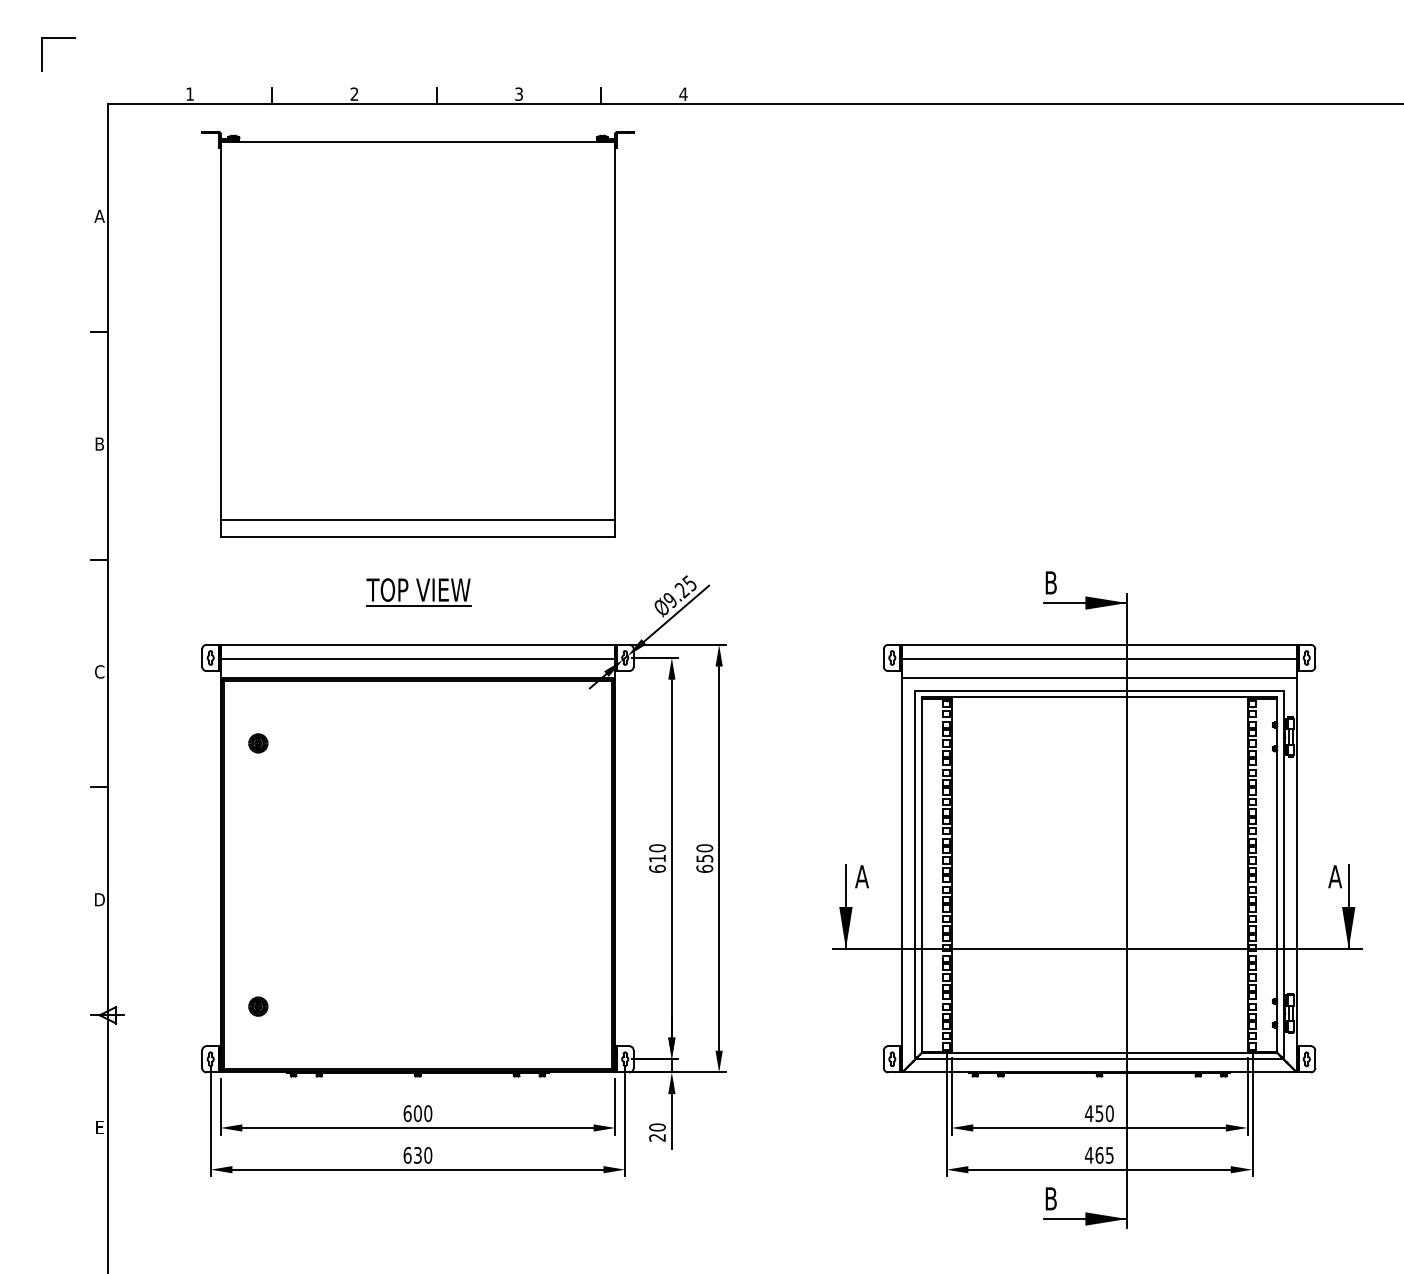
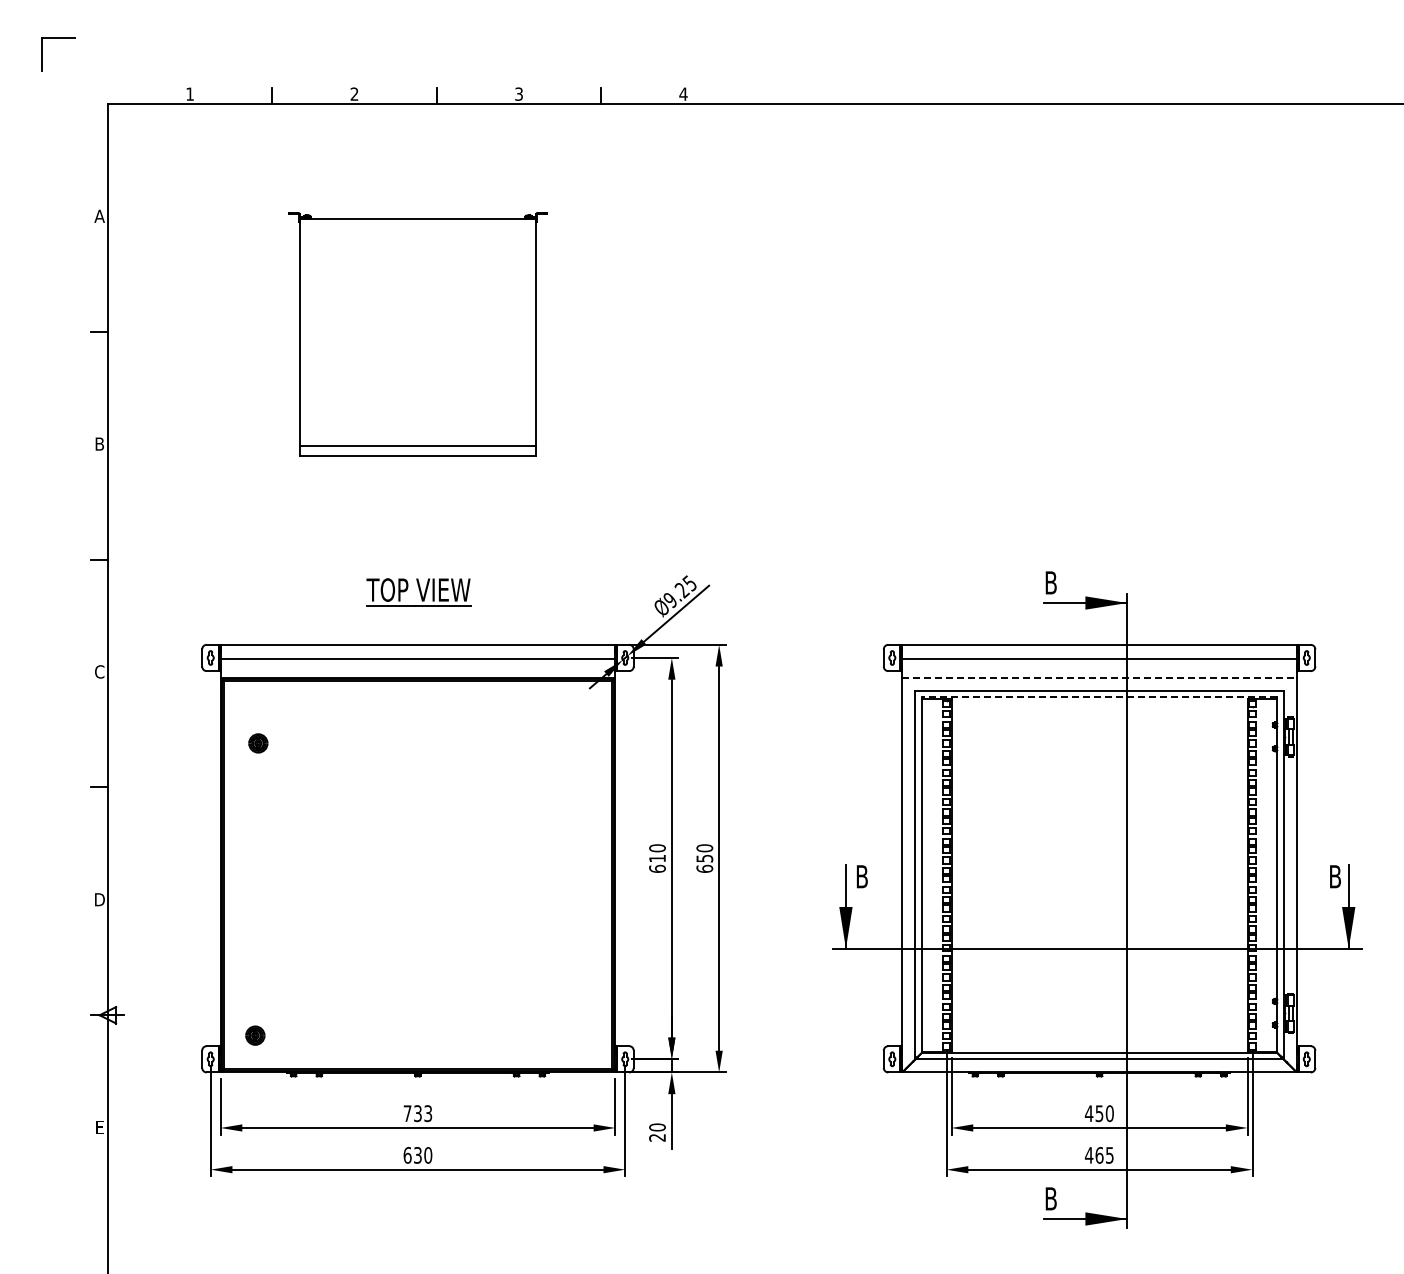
part at (417, 334) size: 434x407 px -> 260x245 px
line at (1100, 677): solid -> dashed
line at (1099, 697): solid -> dashed
text at (861, 876): A -> B
text at (1335, 876): A -> B
part at (258, 1006) position: (258, 1006) -> (255, 1035)
text at (417, 1113): 600 -> 733
